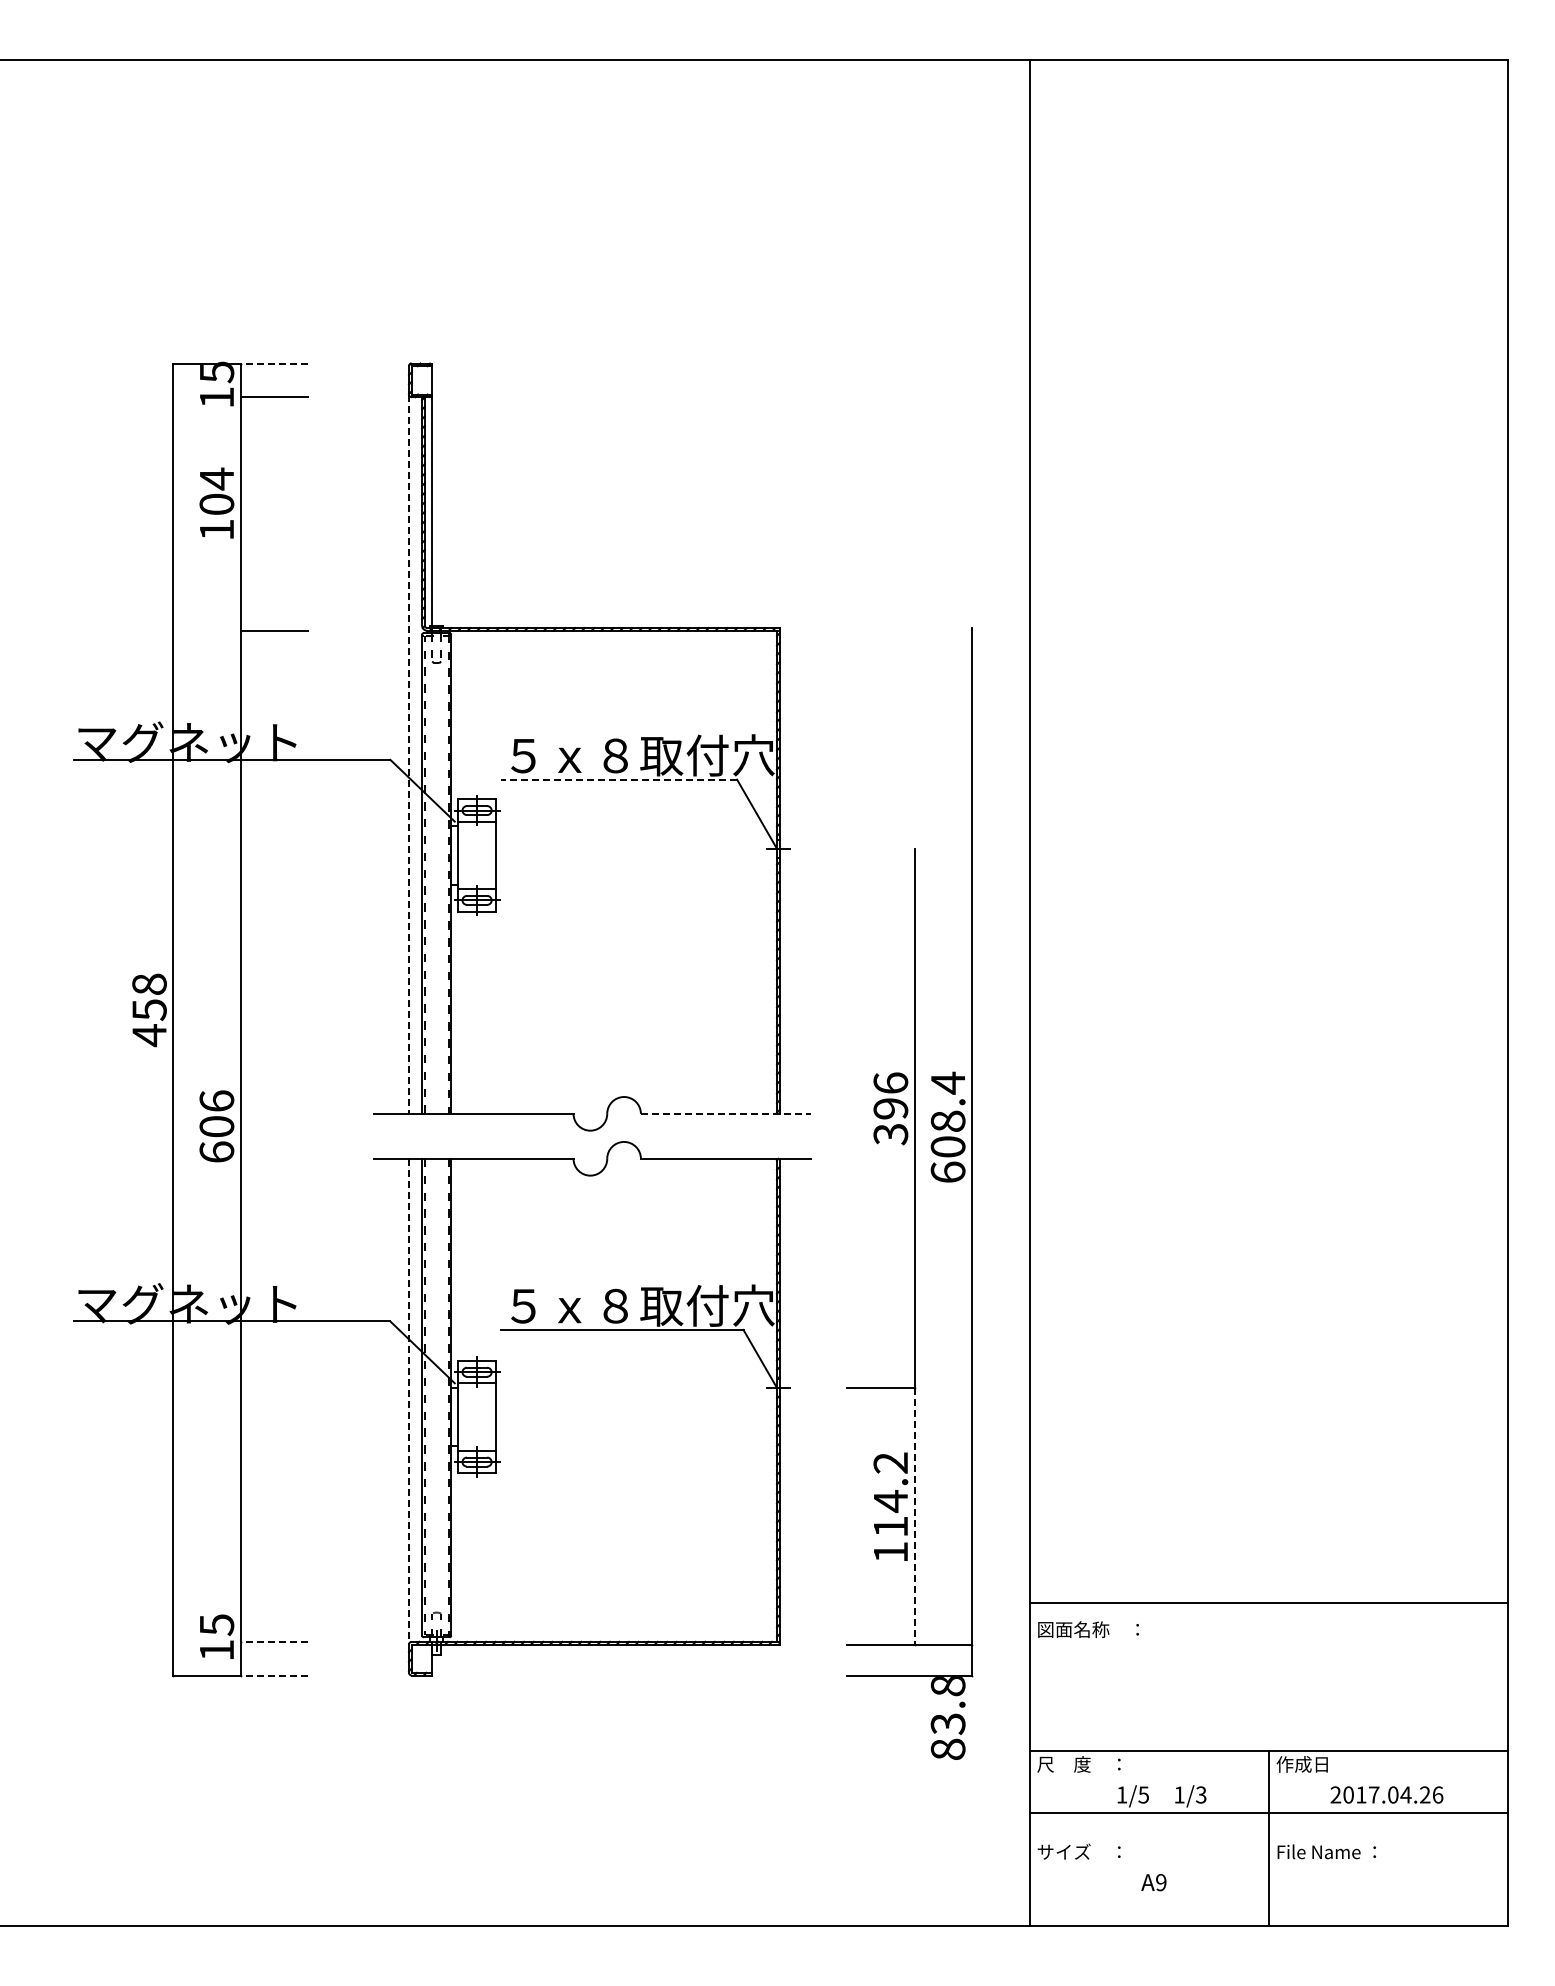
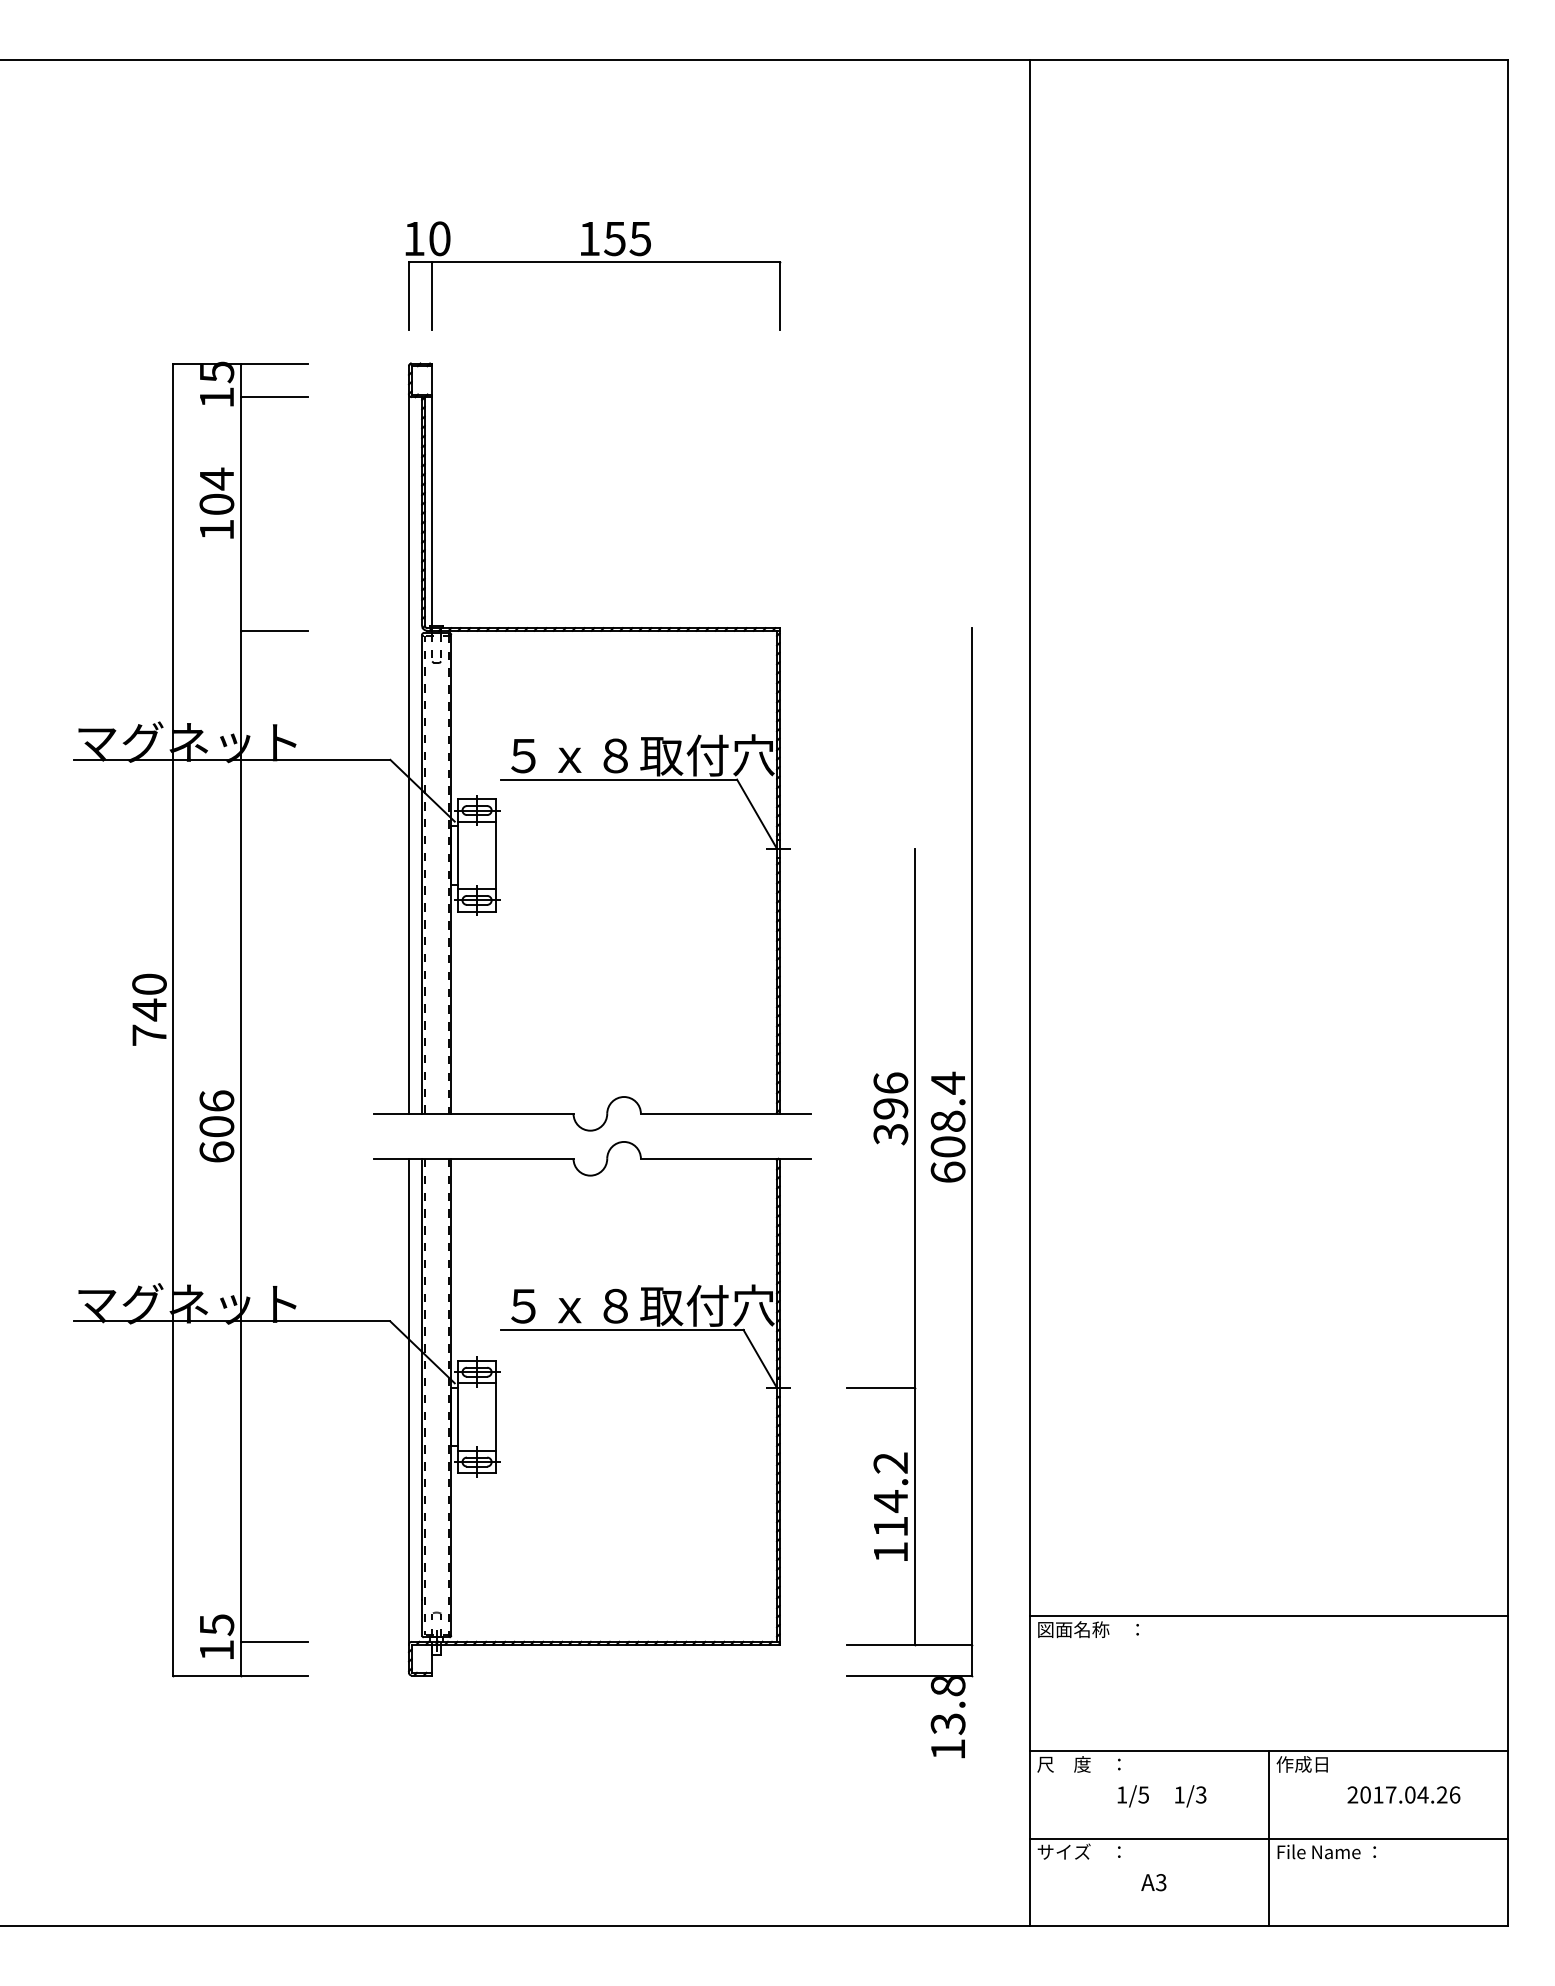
part at (593, 262): none -> present
line at (274, 363): dashed -> solid
line at (409, 754): dashed -> solid
line at (618, 779): dashed -> solid
text at (149, 1010): 458 -> 740
line at (726, 1113): dashed -> solid
line at (409, 1401): dashed -> solid
line at (914, 1516): dashed -> solid
line at (1268, 1603) position: (1268, 1603) -> (1268, 1616)
line at (274, 1641): dashed -> solid
line at (274, 1675): dashed -> solid
text at (947, 1748): 83.8 -> 13.8
text at (1386, 1794) position: (1386, 1794) -> (1403, 1794)
line at (1268, 1812) position: (1268, 1812) -> (1268, 1838)
text at (1161, 1882): A9 -> A3
